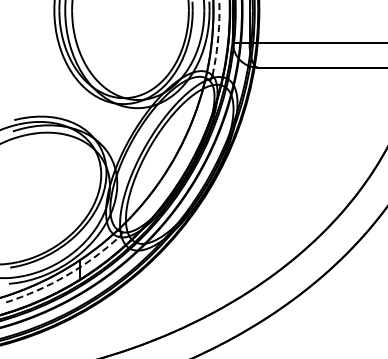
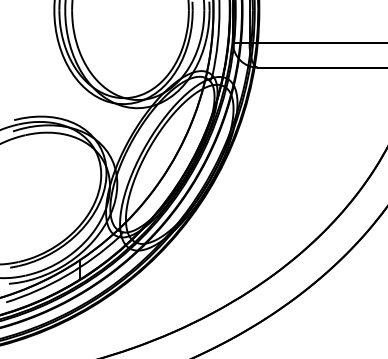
arc at (218, 38): dashed -> solid
arc at (66, 275): dashed -> solid
